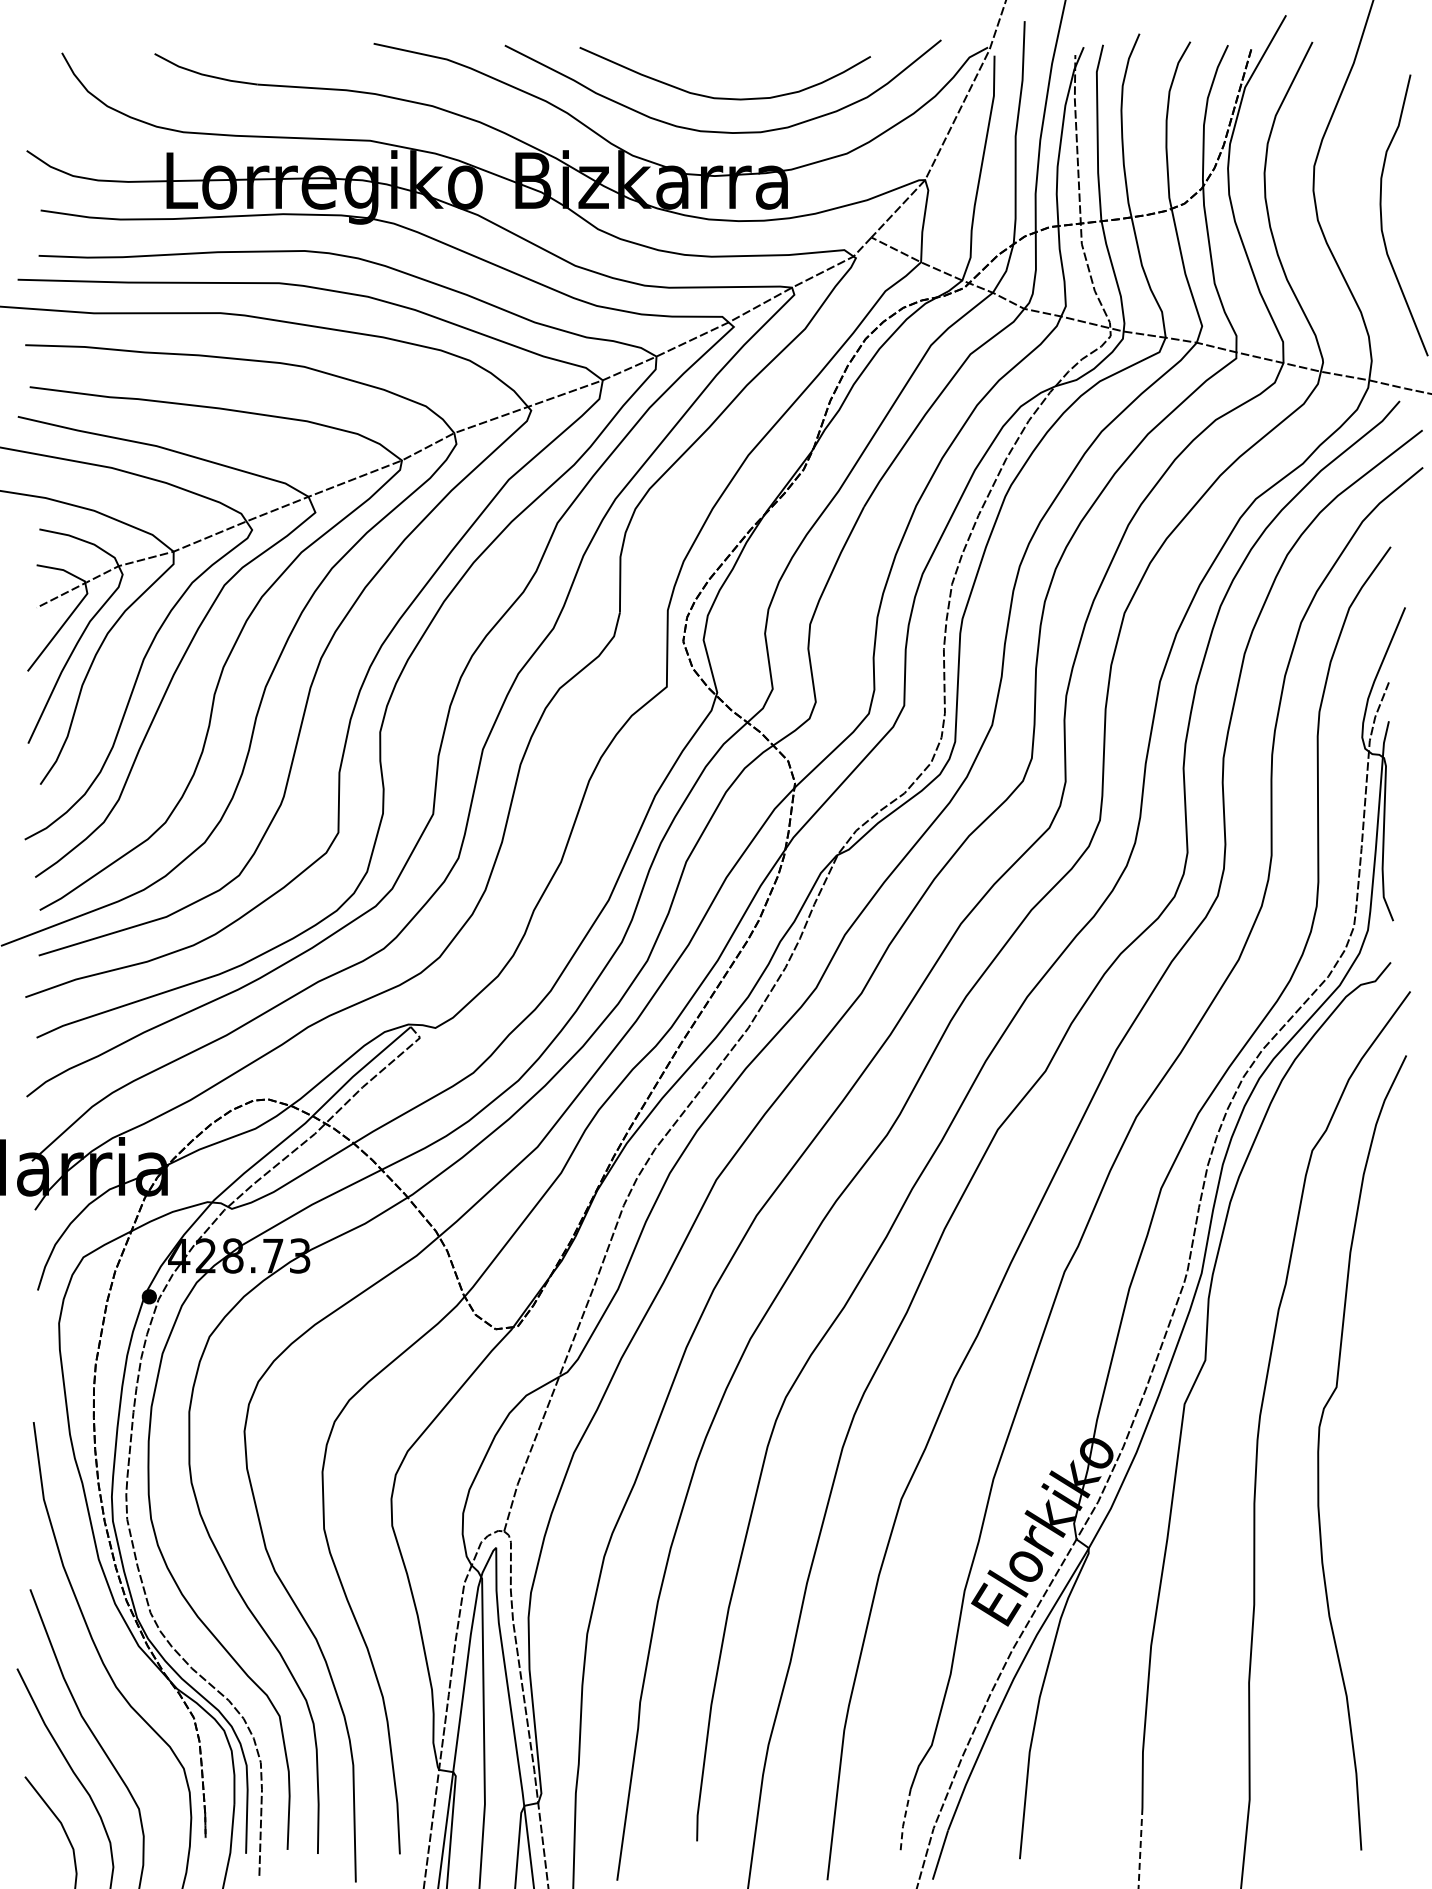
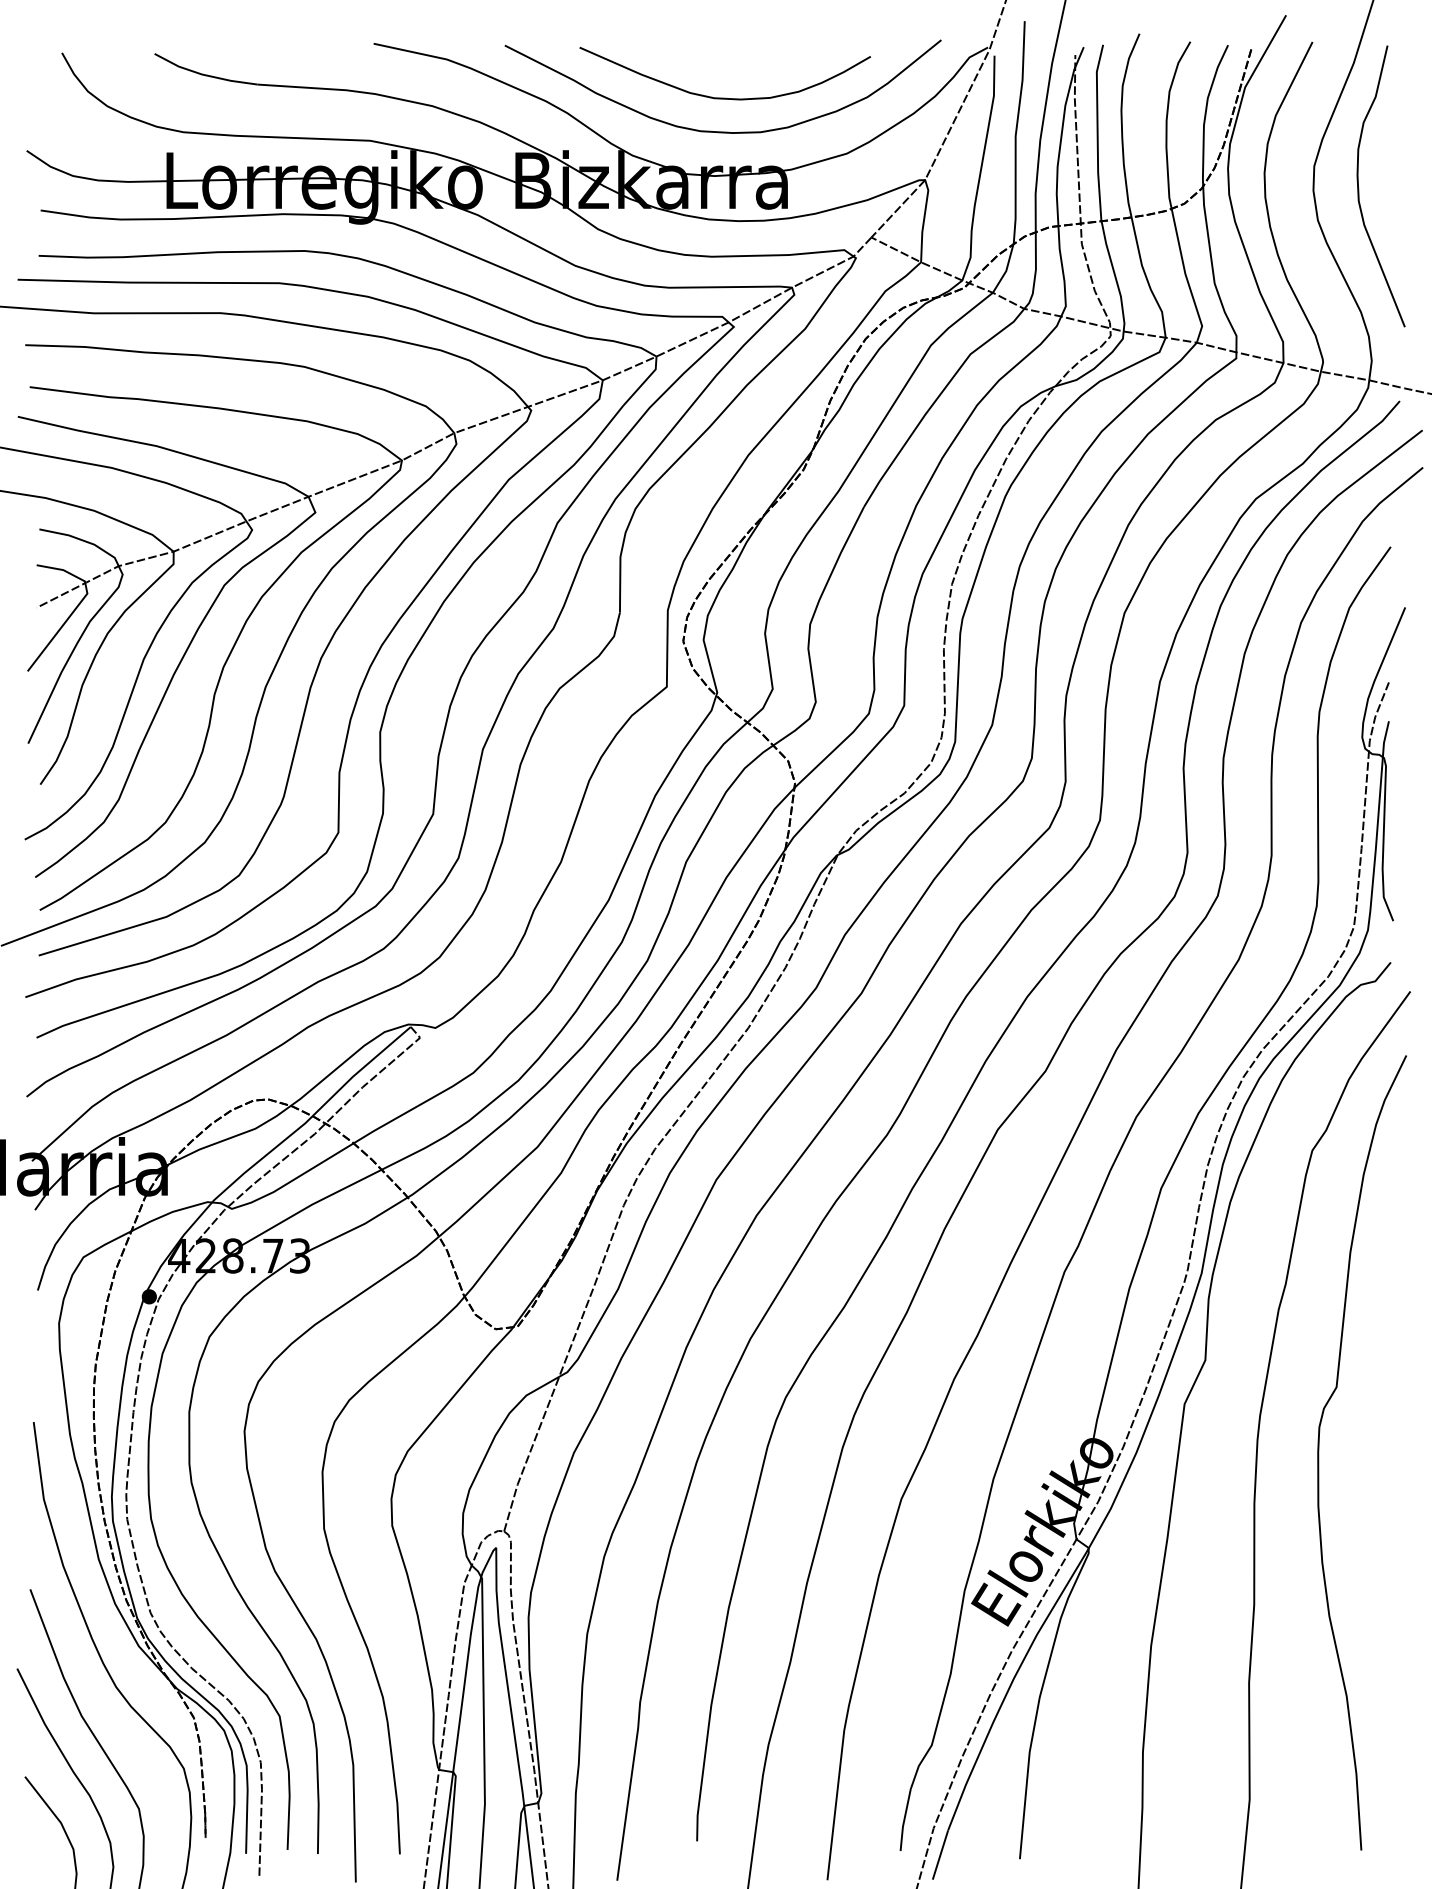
curve at (1382, 217) position: (1382, 217) -> (1359, 188)
line at (904, 1820): dashed -> solid
line at (1140, 1848): dashed -> solid
